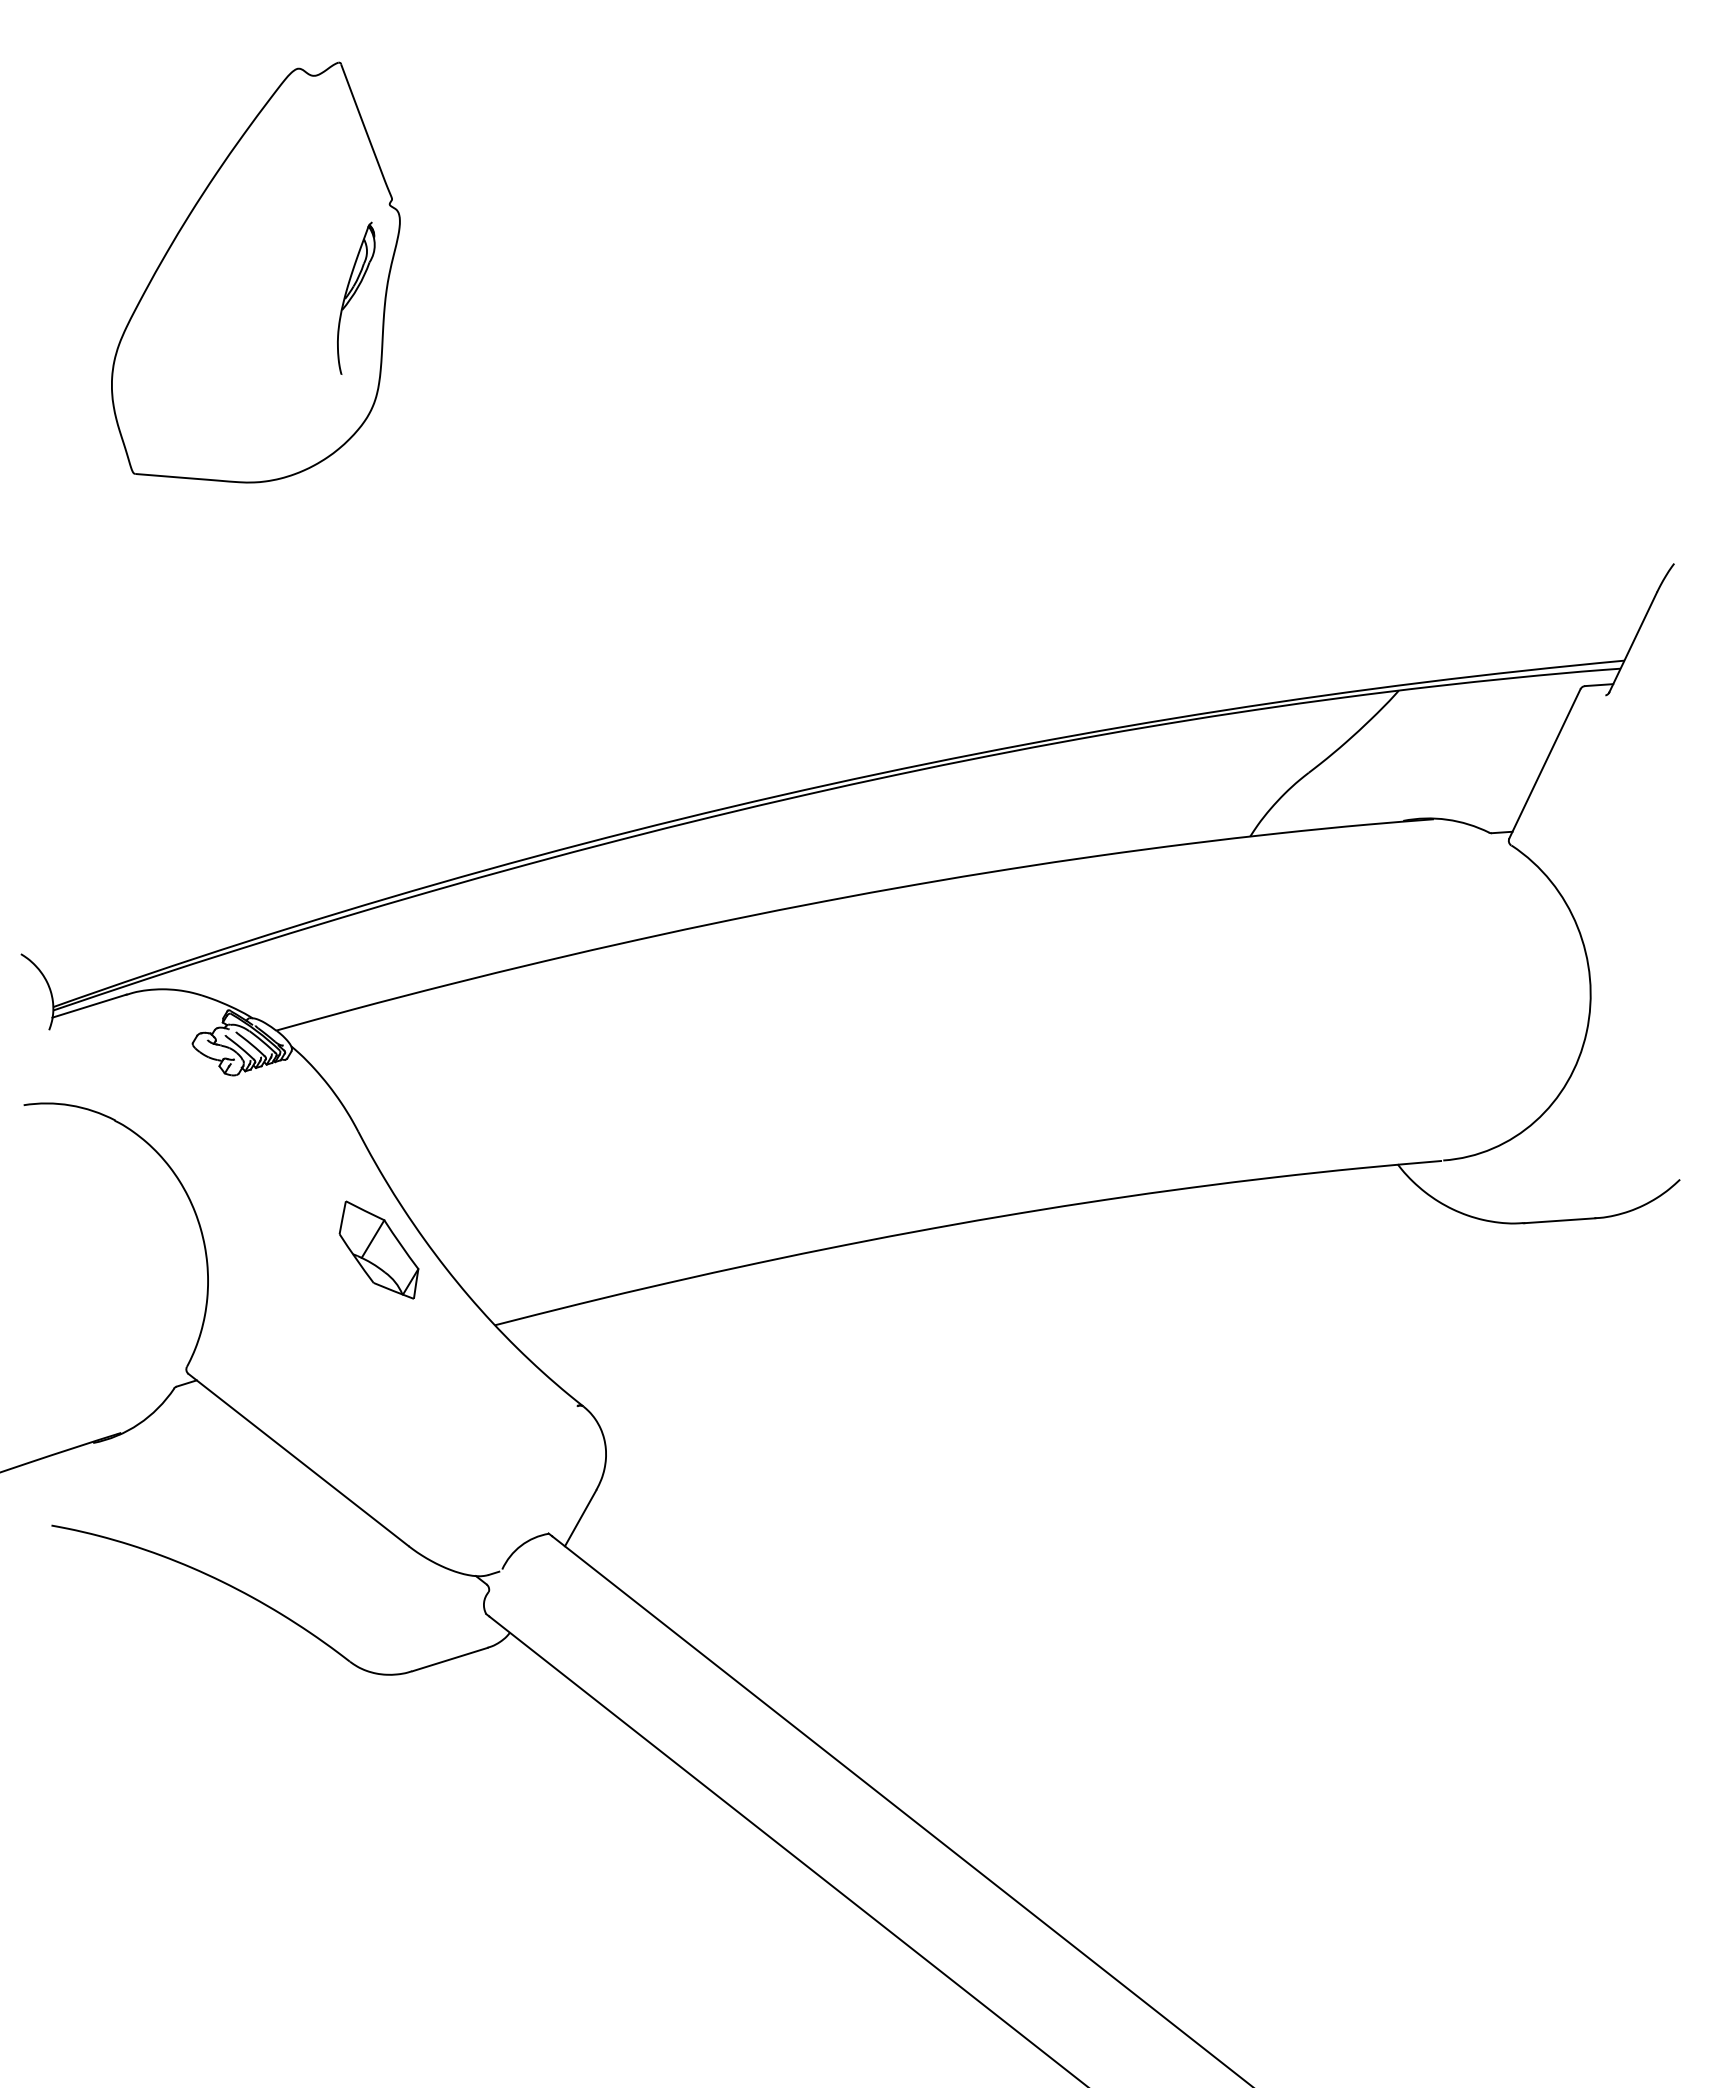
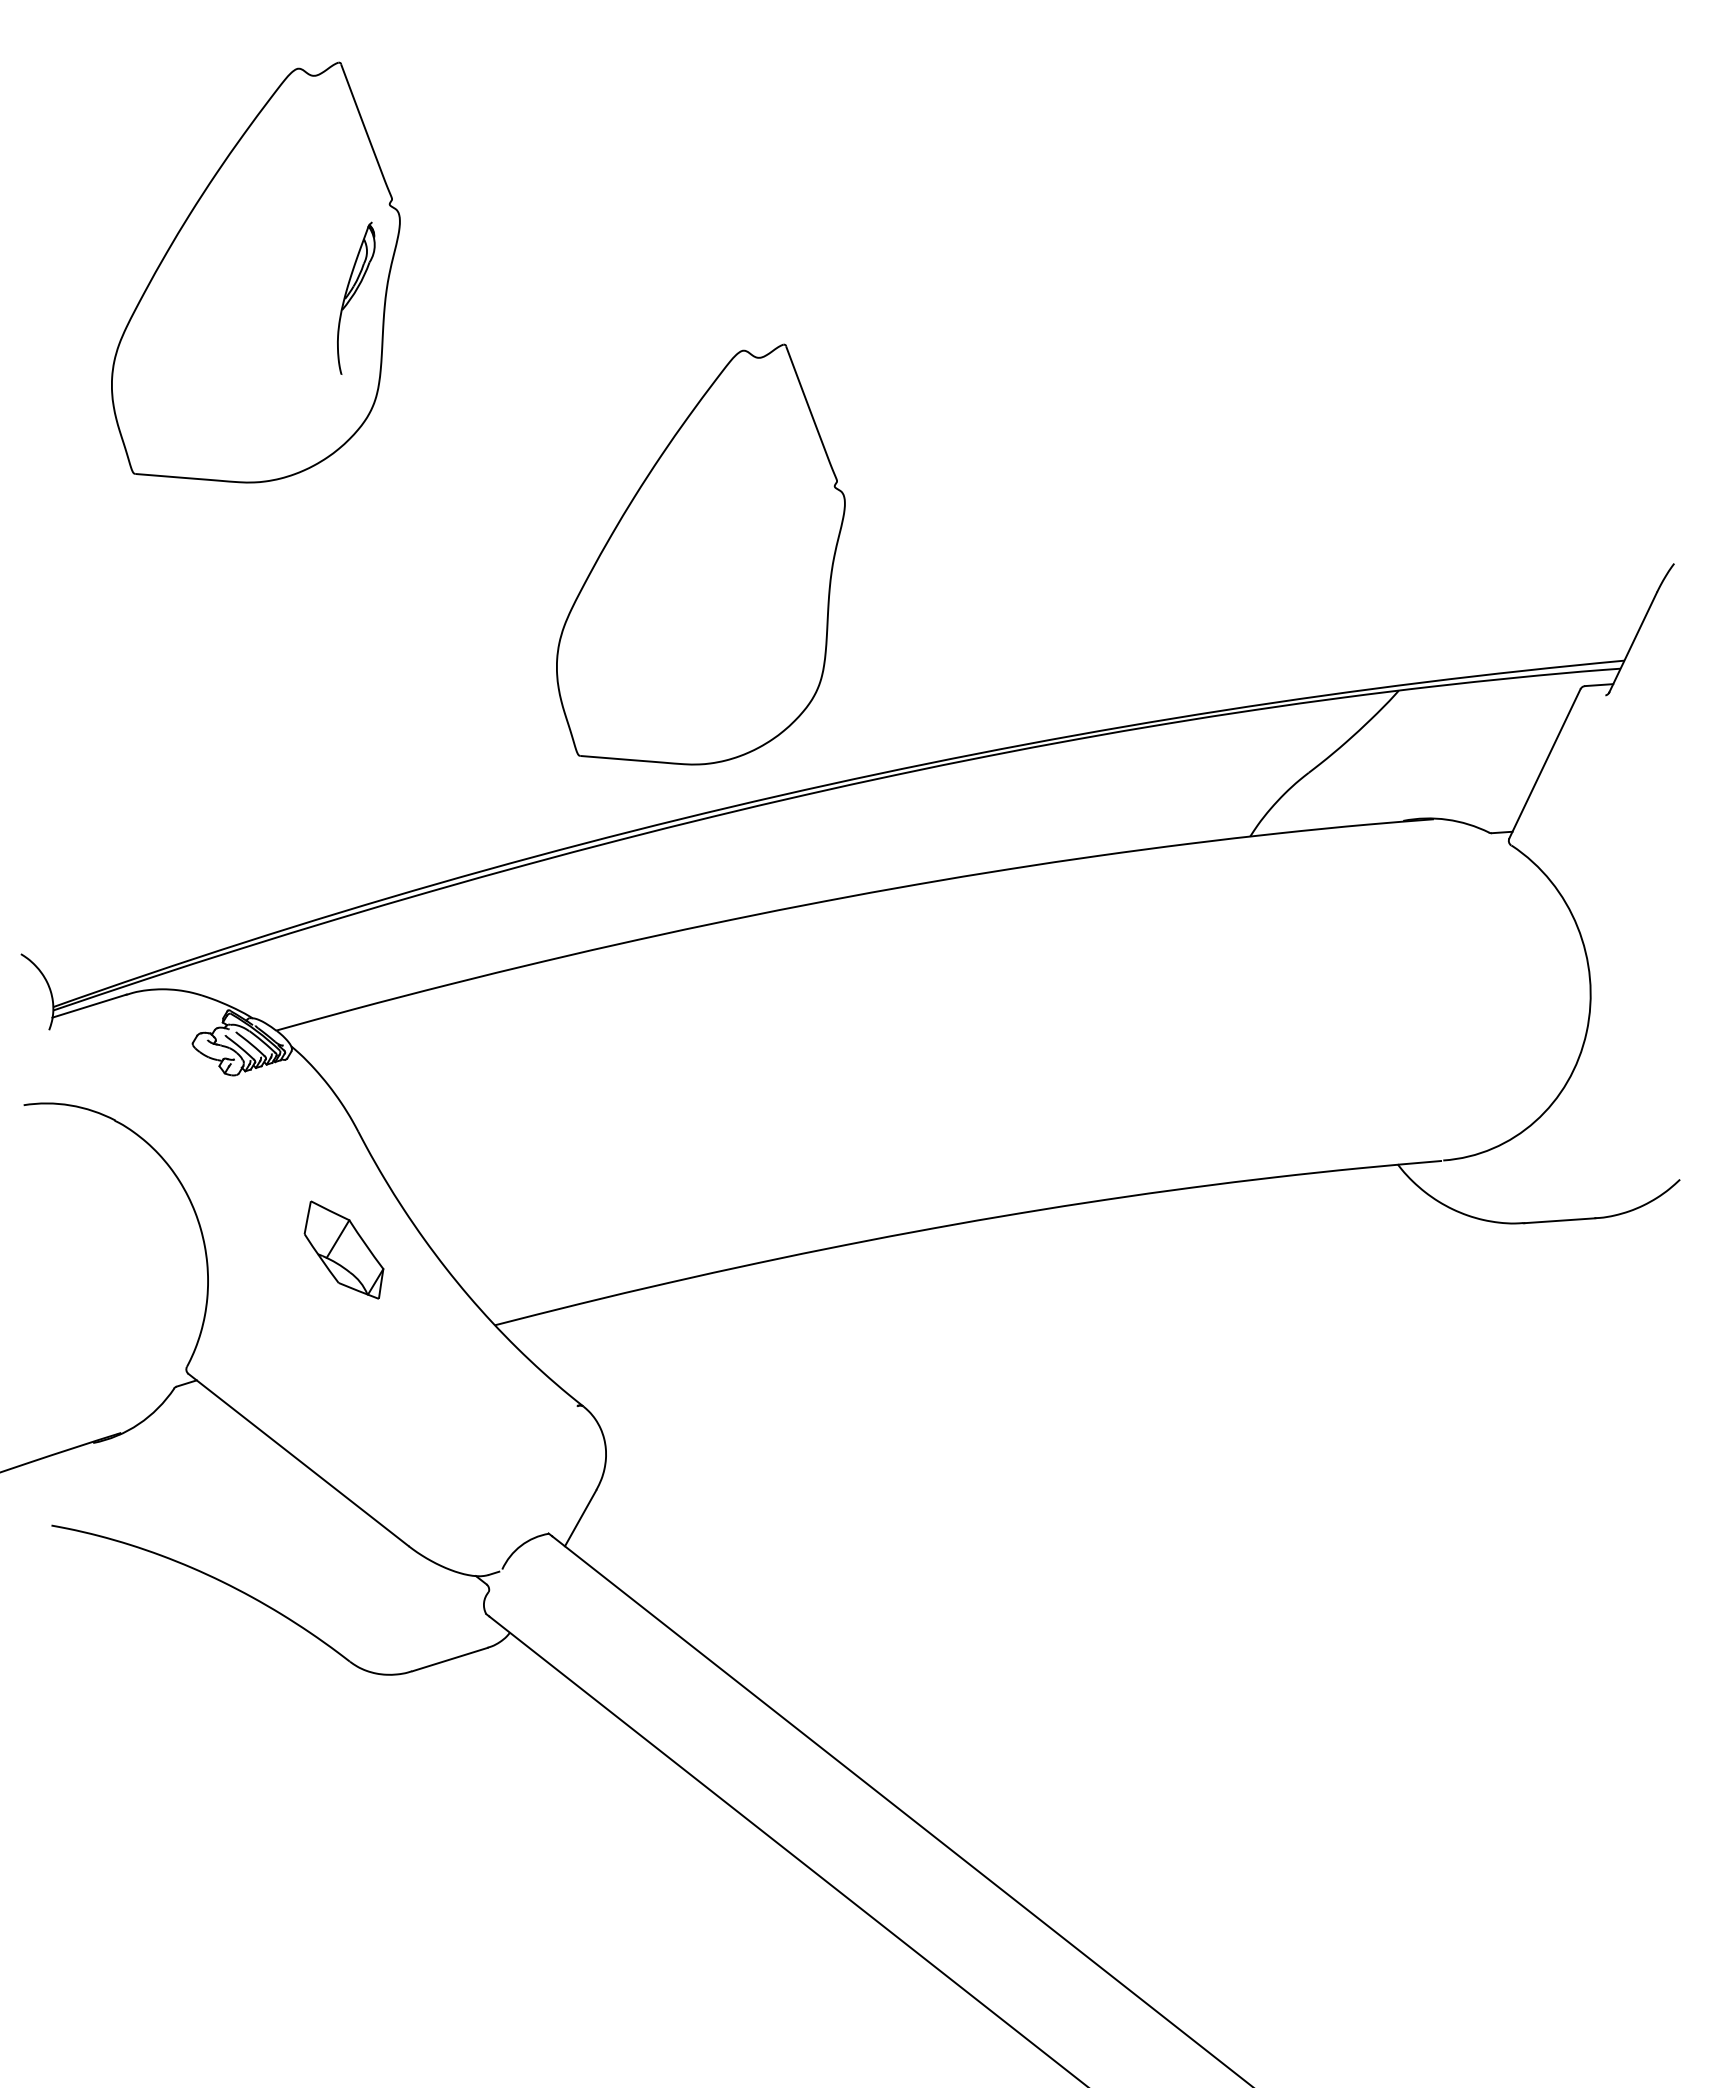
part at (700, 554): none -> present
part at (378, 1249) position: (378, 1249) -> (343, 1249)
